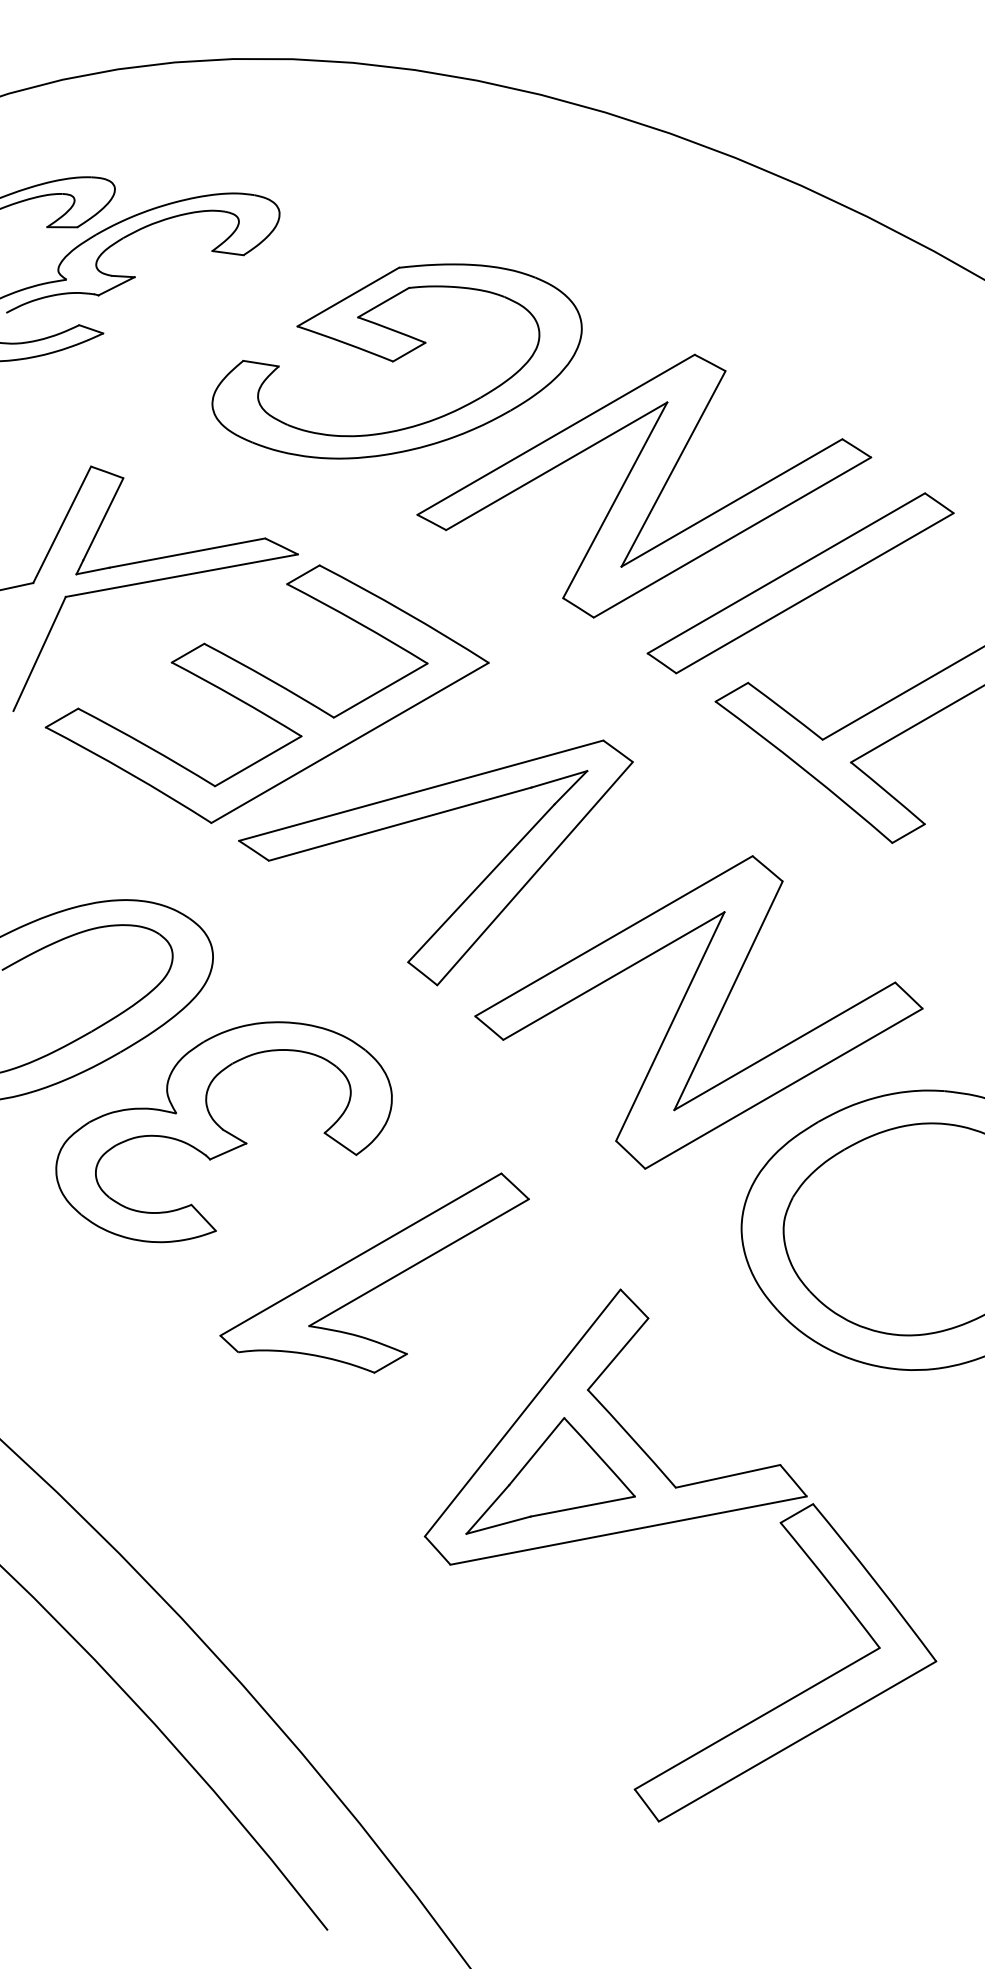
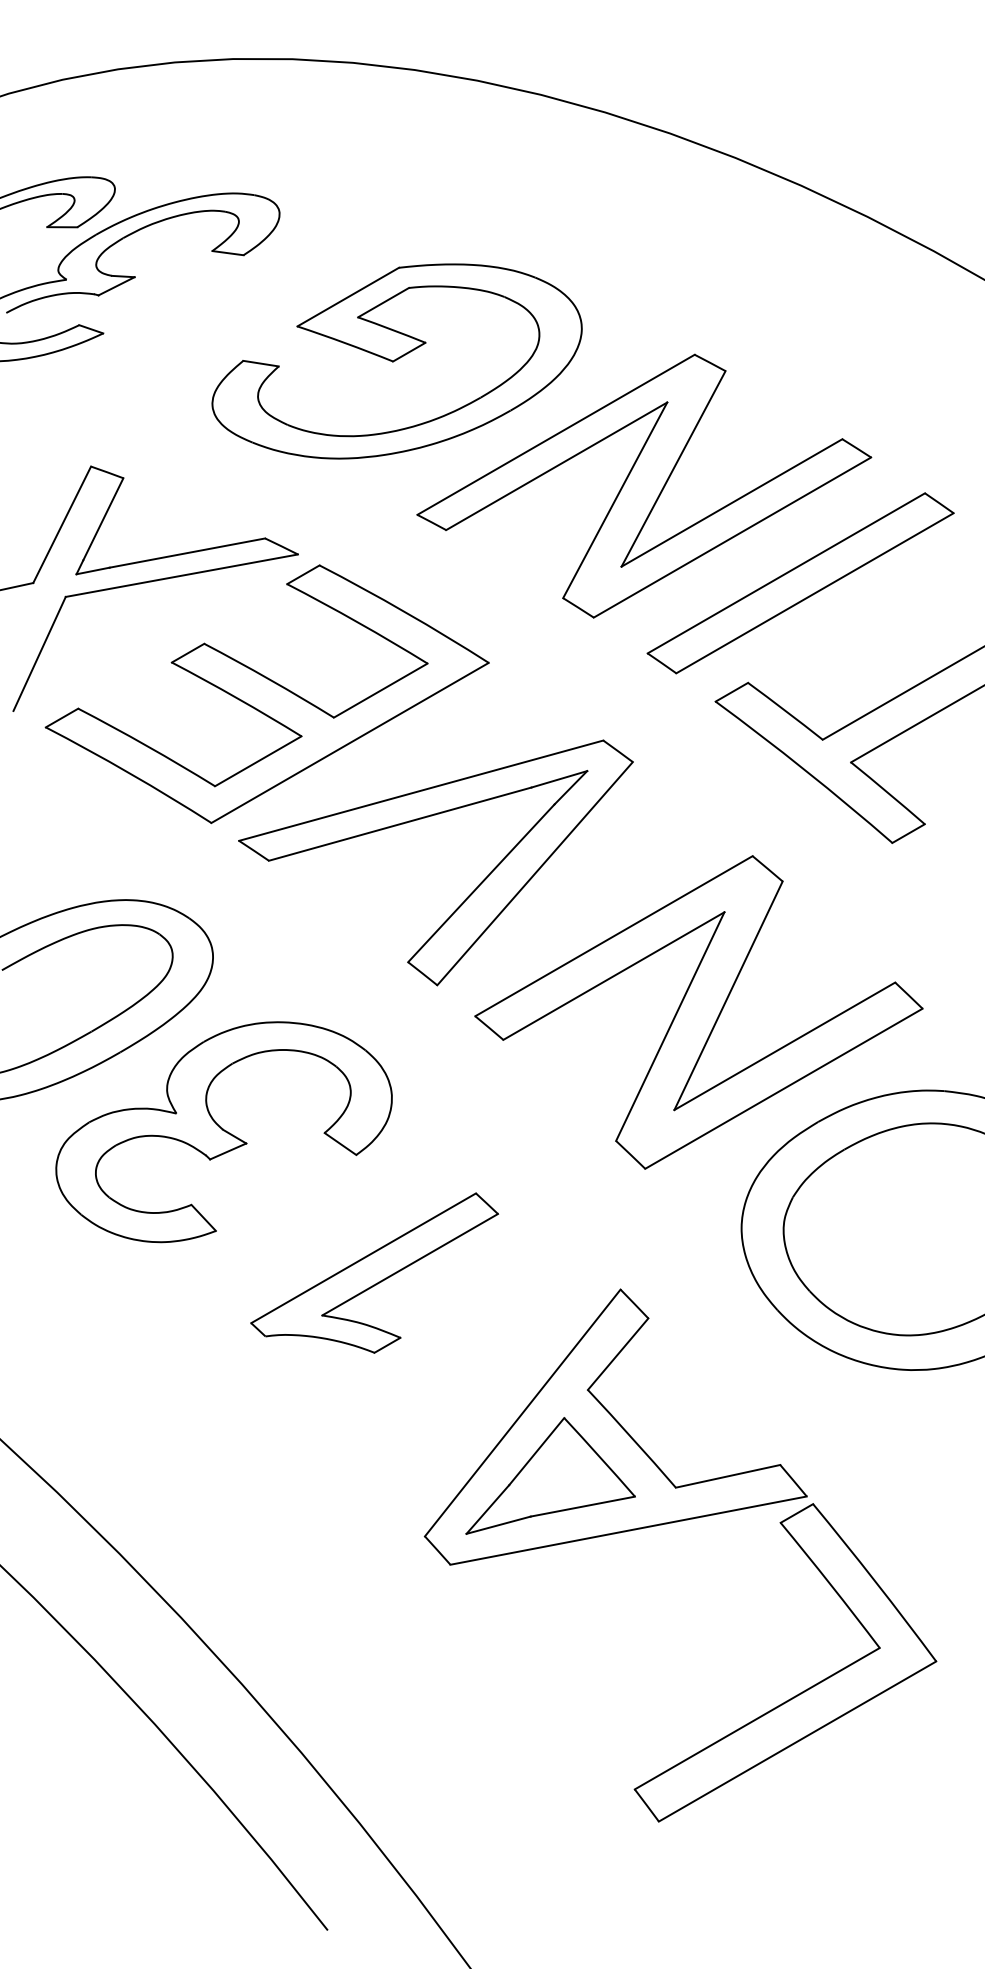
part at (374, 1272) size: 311x202 px -> 249x162 px
